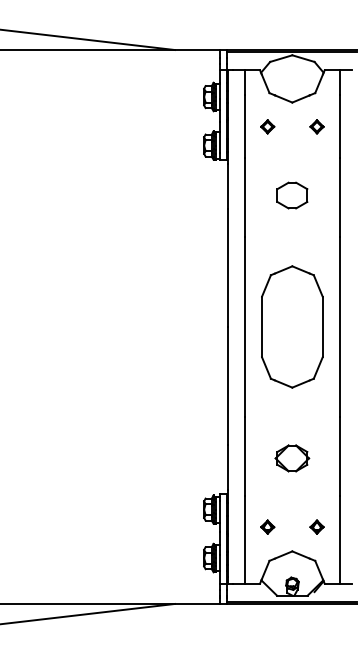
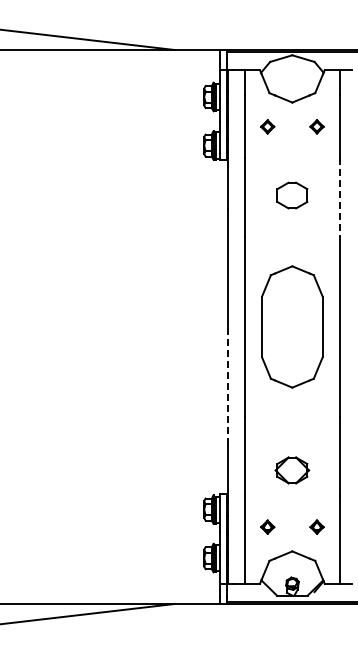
line at (339, 197): solid -> dashed
line at (227, 385): solid -> dashed
part at (292, 458) position: (292, 458) -> (292, 470)
